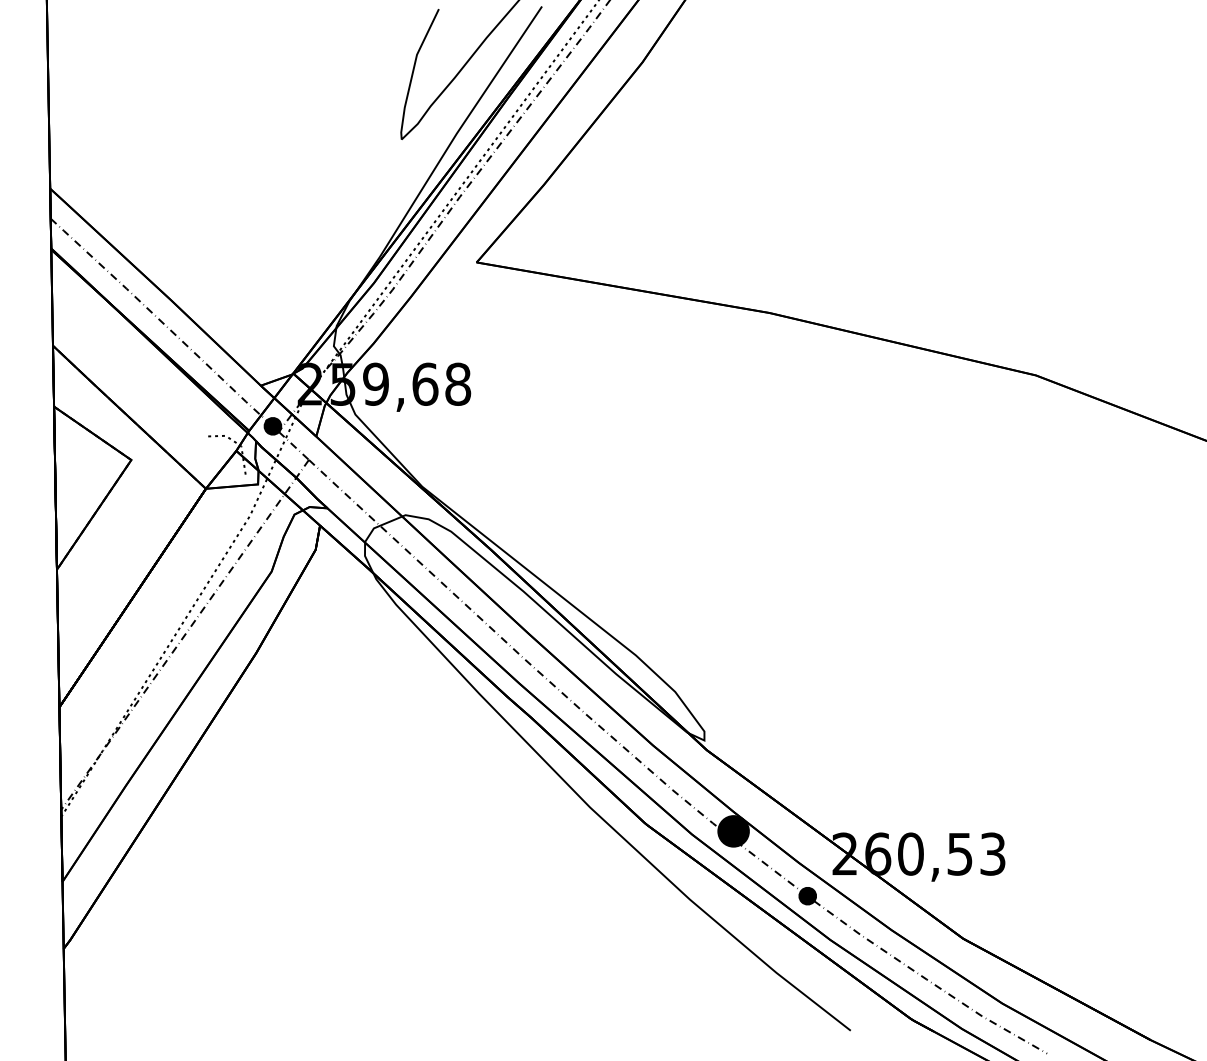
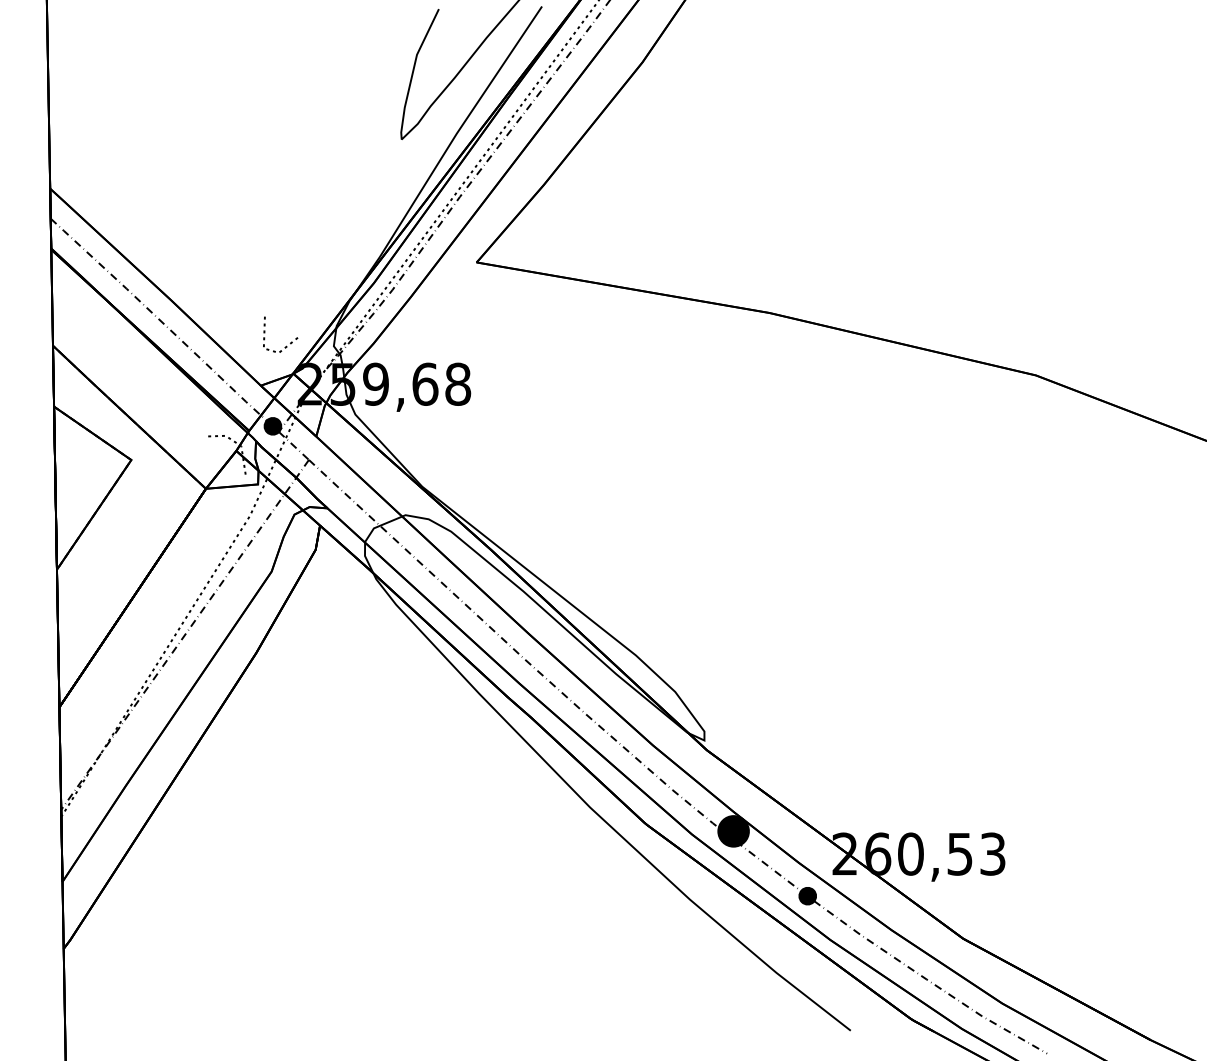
line at (286, 345): none -> present
